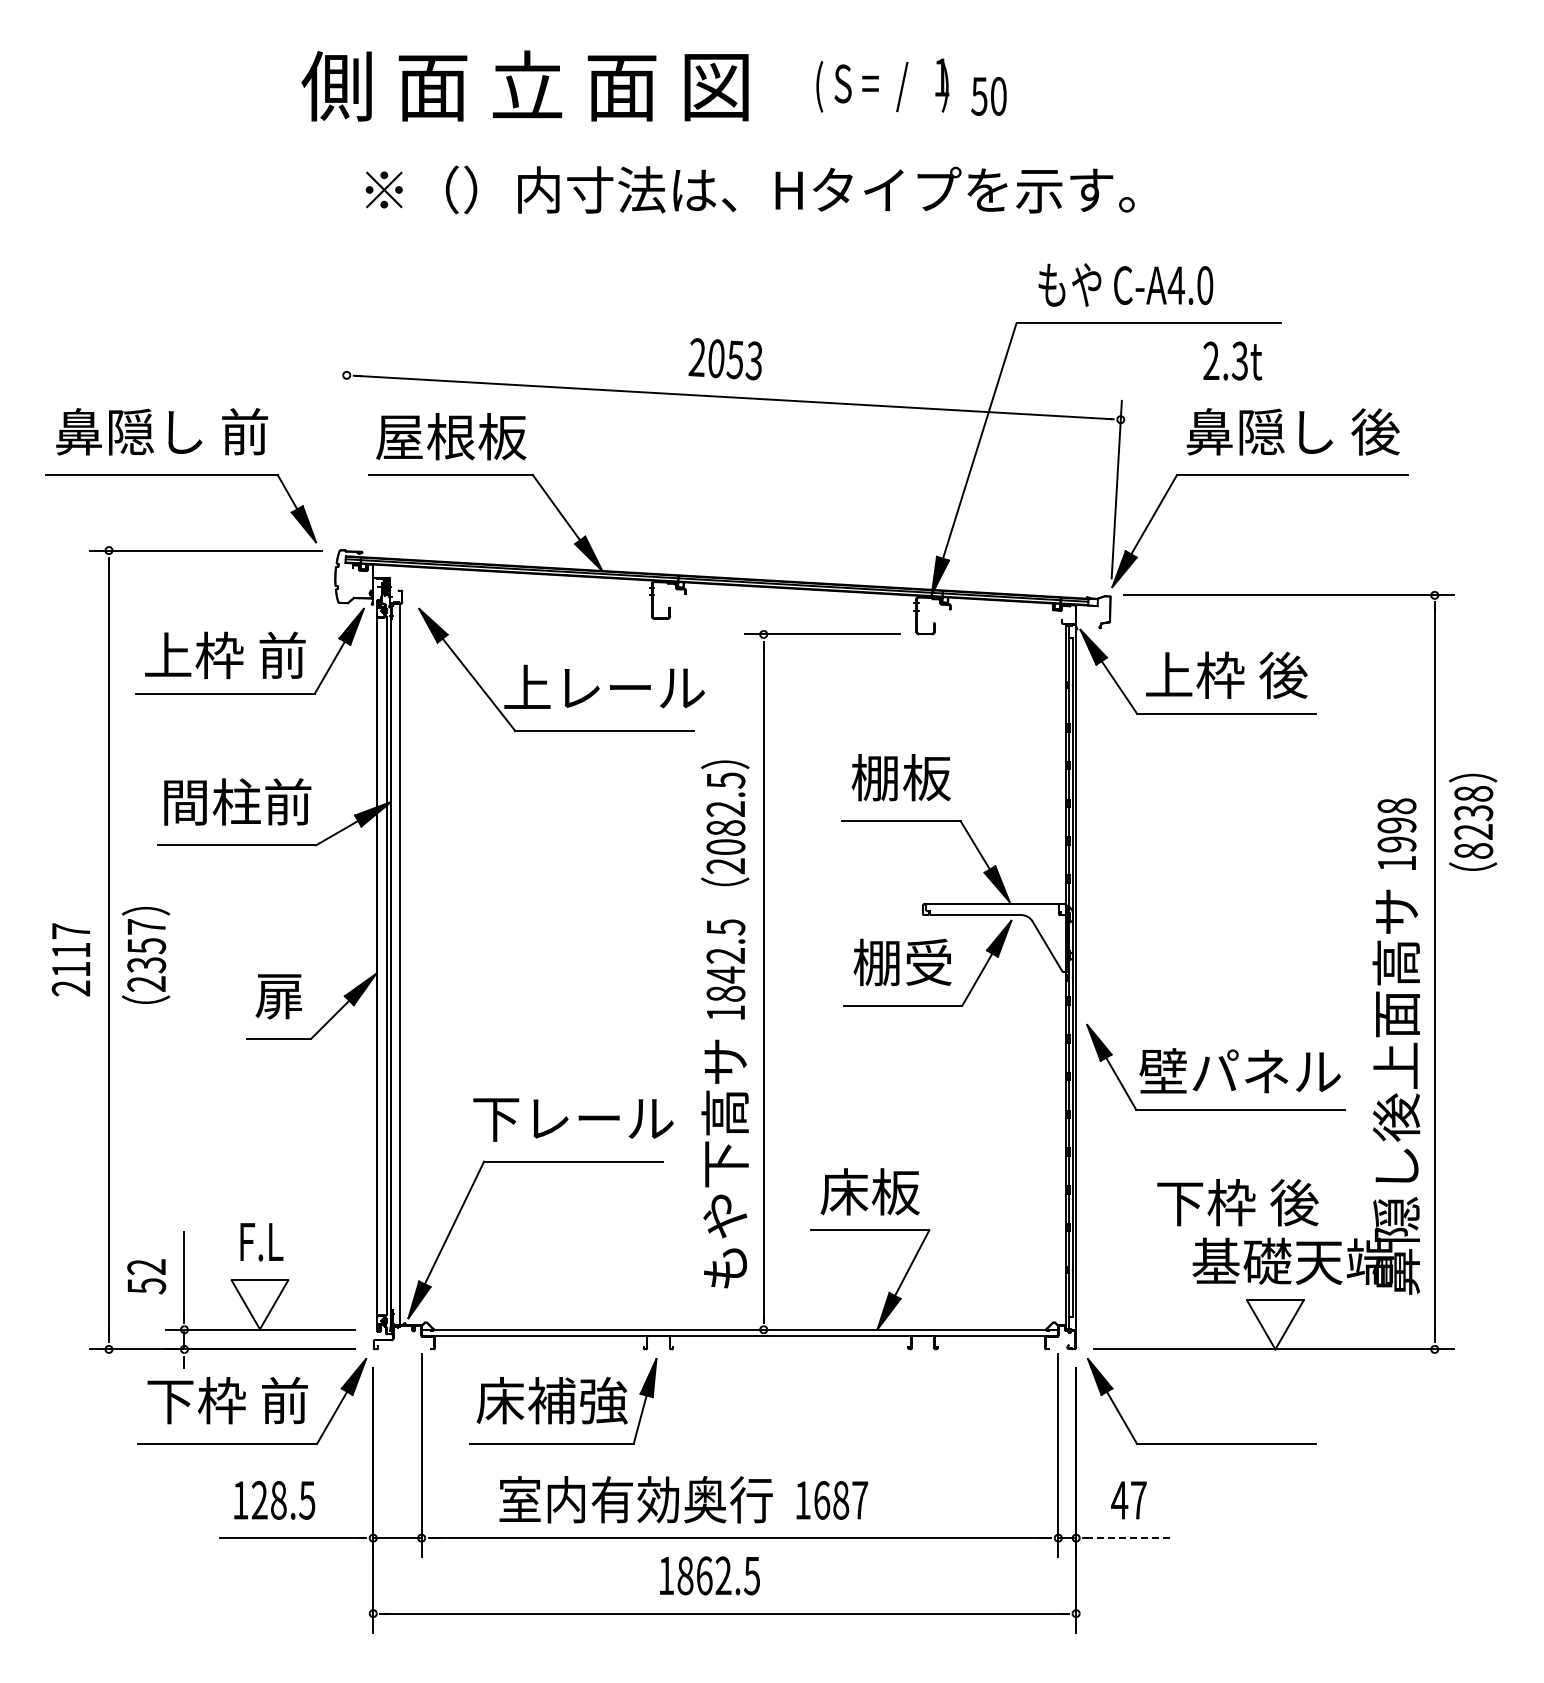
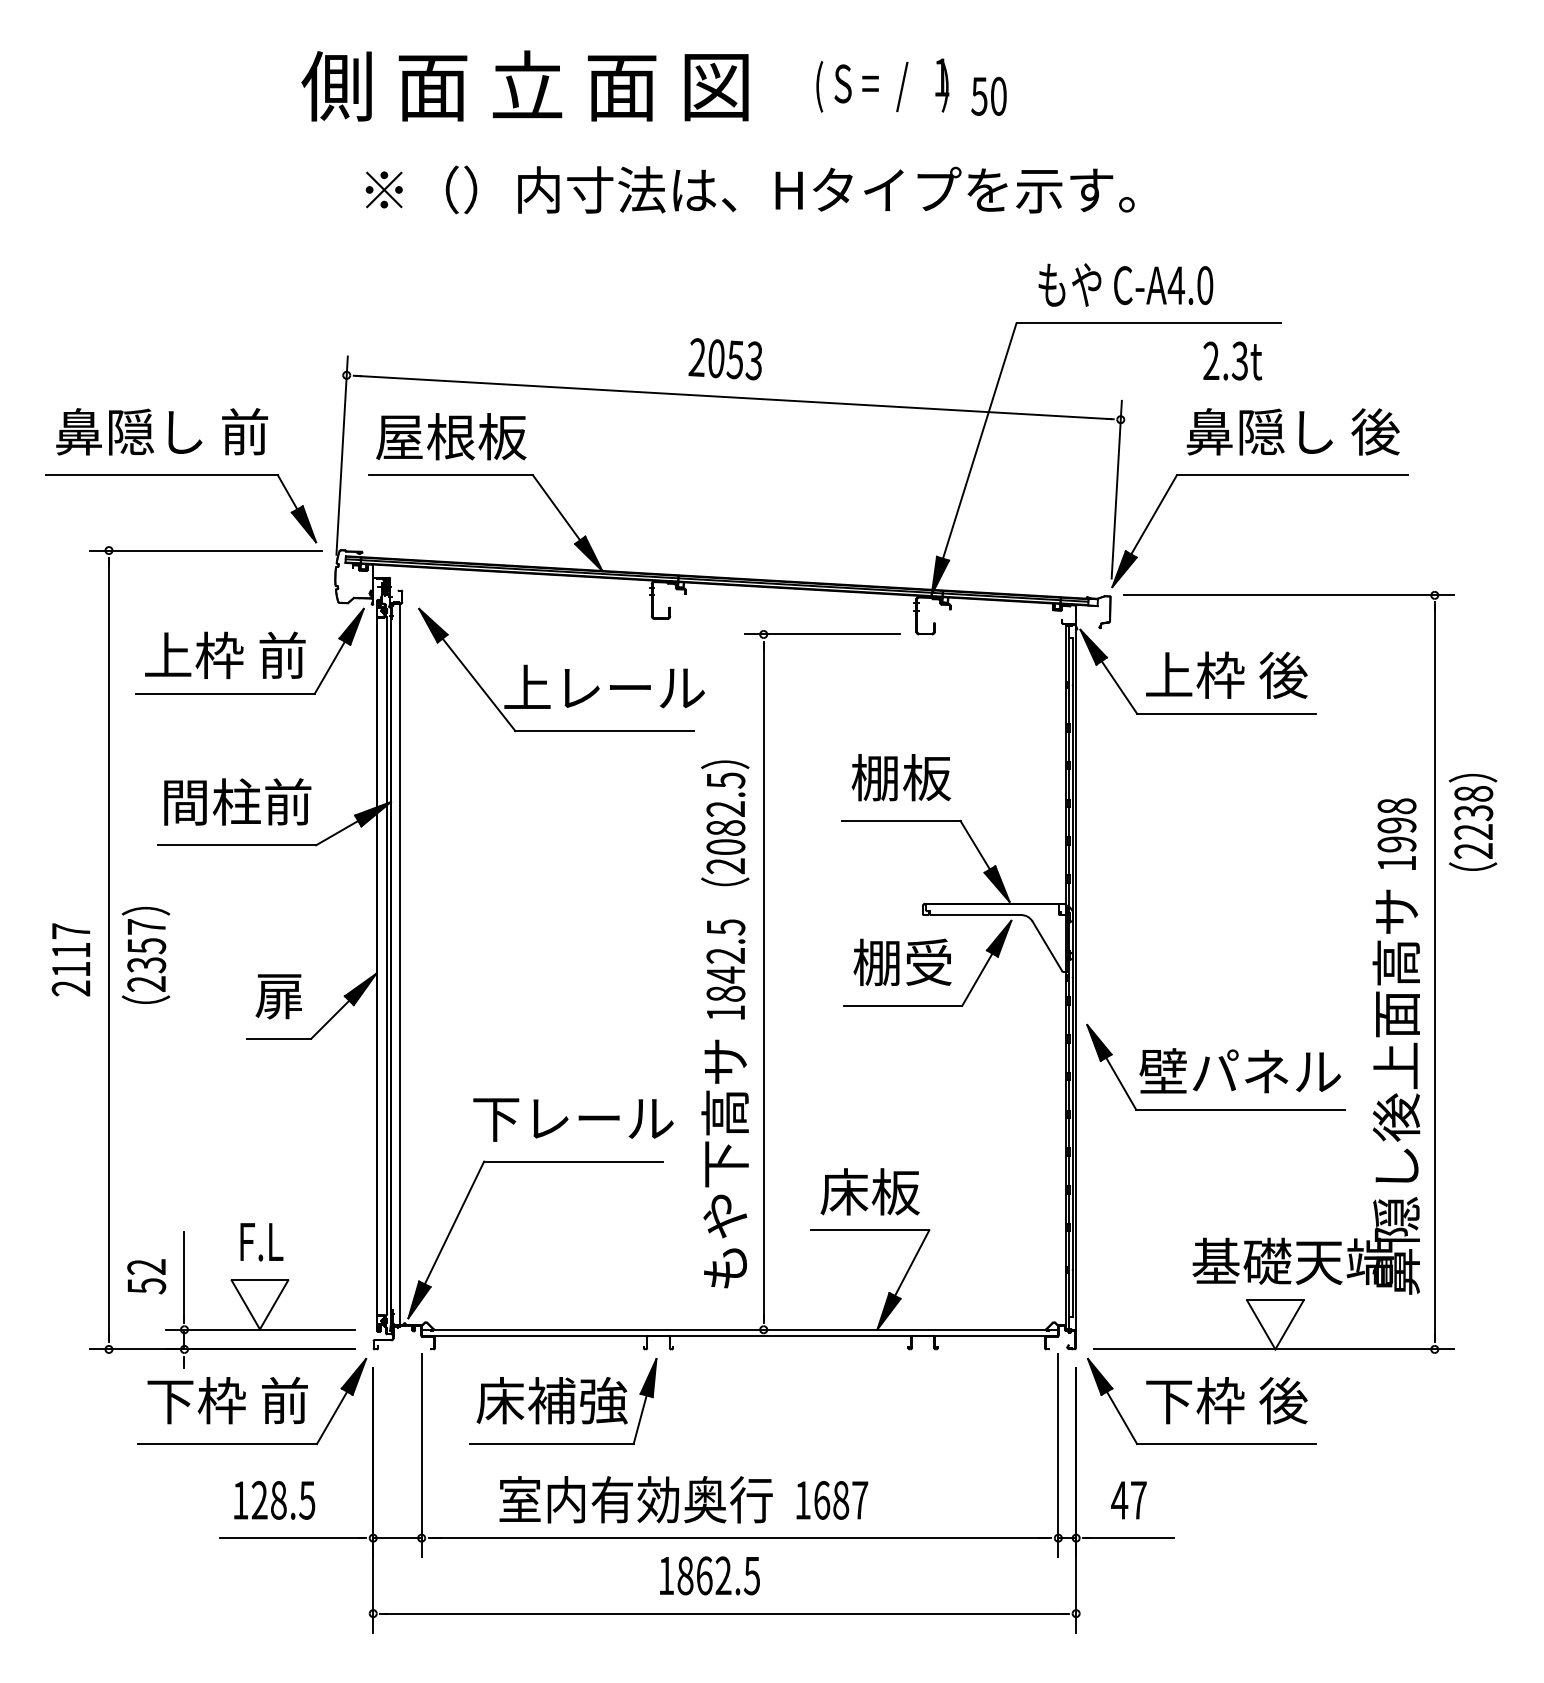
line at (341, 455): none -> present
text at (1473, 850): 8238 -> 2238
text at (1237, 1202) position: (1237, 1202) -> (1226, 1400)
line at (1129, 1538): dashed -> solid
